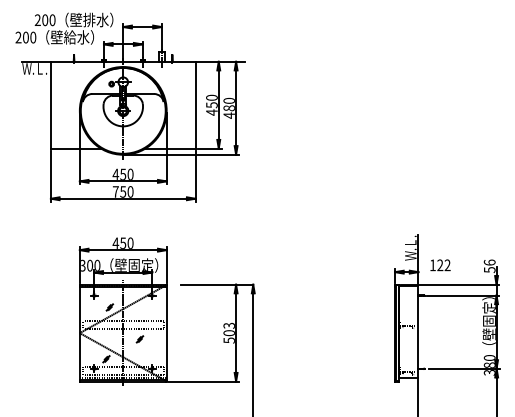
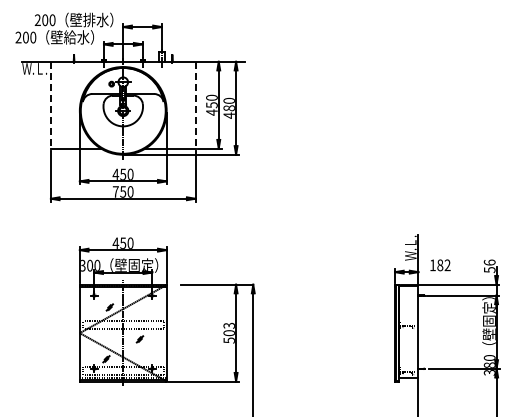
line at (50, 105): solid -> dashed
line at (195, 105): solid -> dashed
text at (440, 265): 122 -> 182
